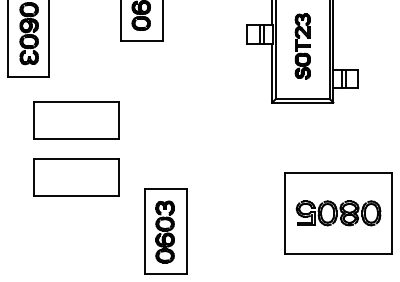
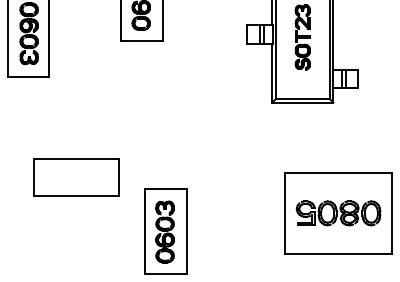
part at (302, 46) position: (302, 46) -> (302, 37)
part at (76, 120): present -> none
